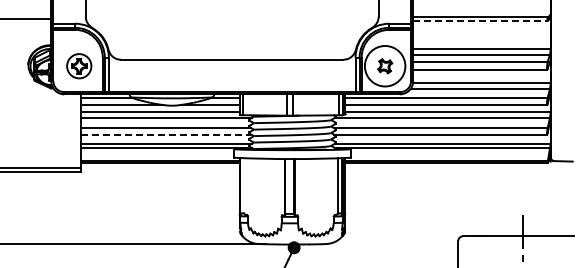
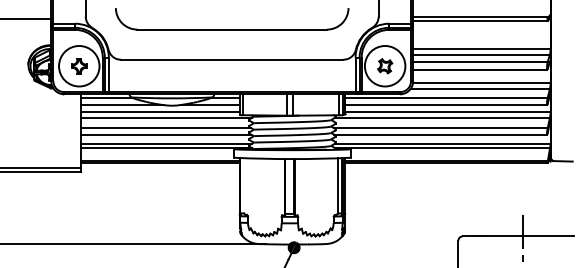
line at (481, 21): dashed -> solid
part at (232, 29): none -> present
circle at (79, 66) diameter: 24 px -> 40 px
line at (166, 134): dashed -> solid
